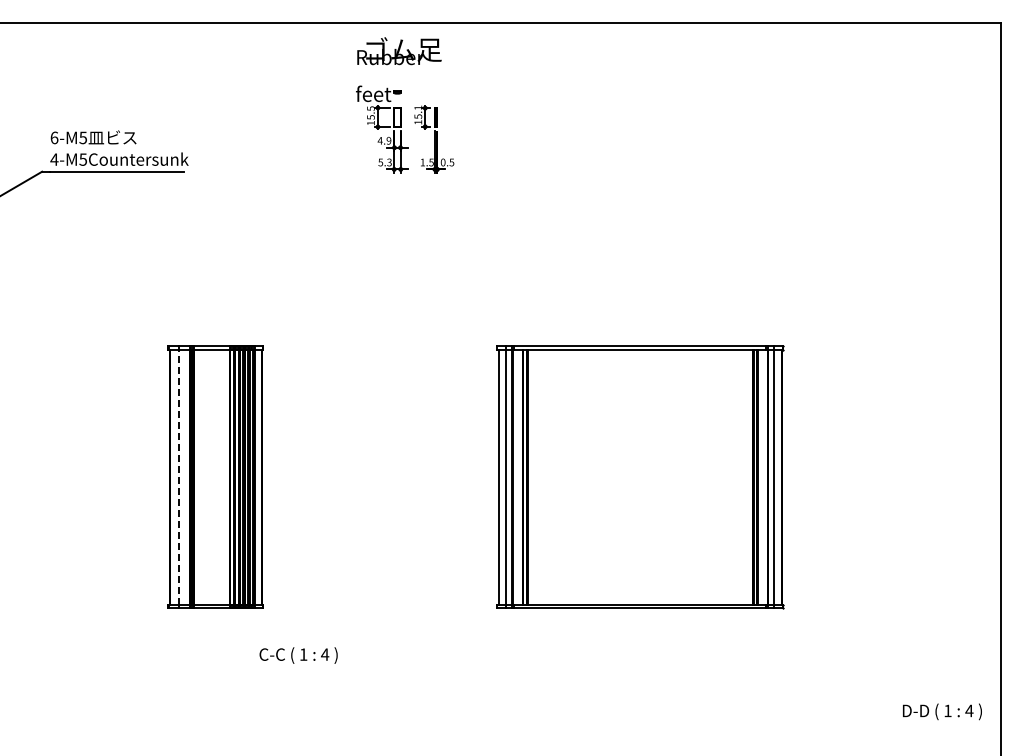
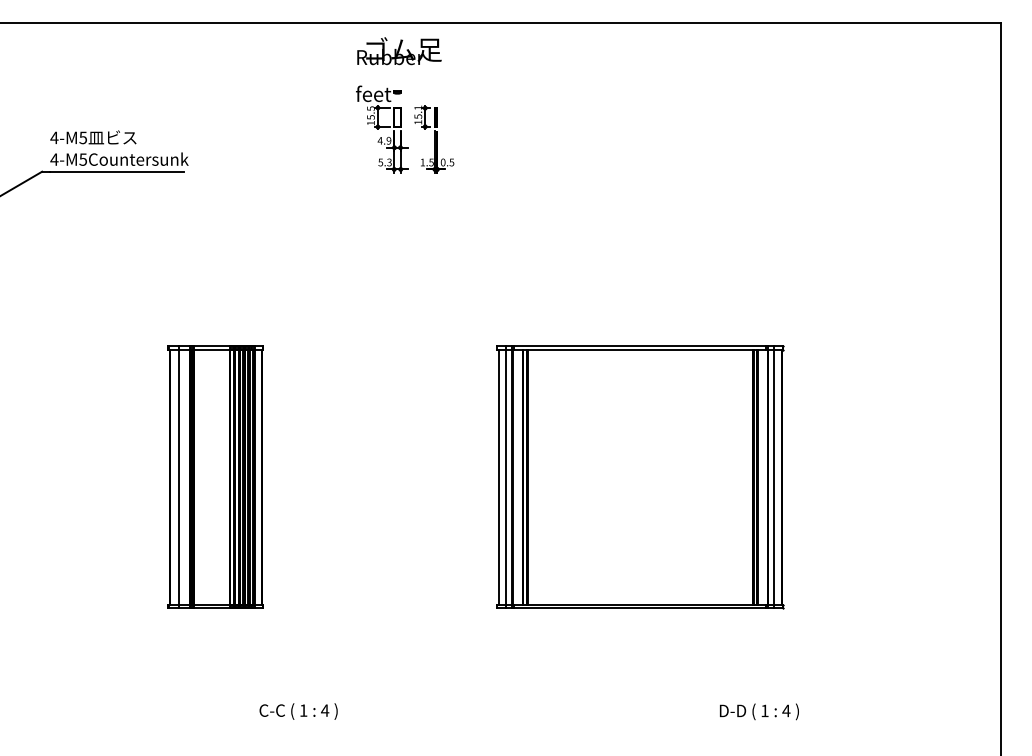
text at (54, 137): 6-M5 -> 4-M5
line at (179, 476): dashed -> solid
text at (298, 655) position: (298, 655) -> (298, 711)
text at (942, 711) position: (942, 711) -> (759, 711)
